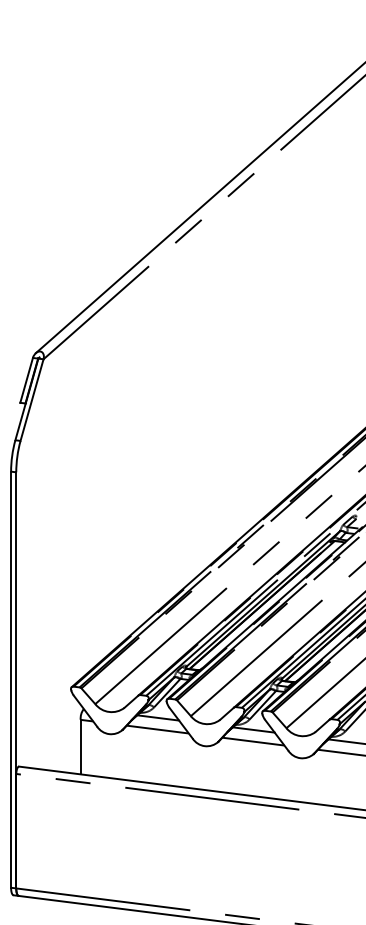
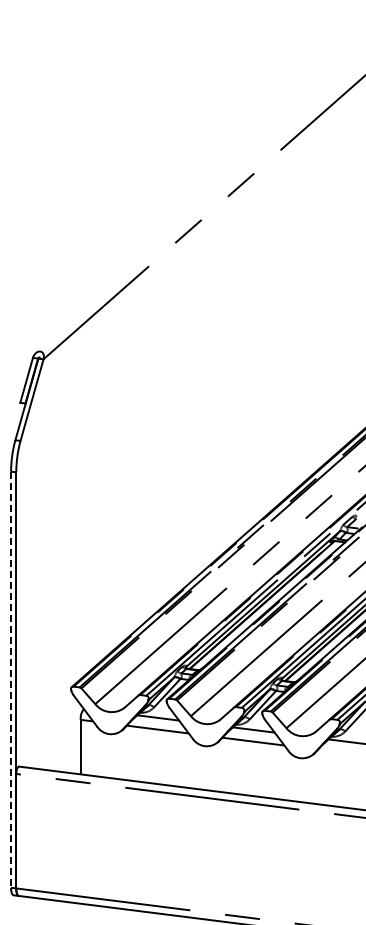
line at (198, 208): present -> none
line at (11, 680): solid -> dashed
line at (339, 752): present -> none
